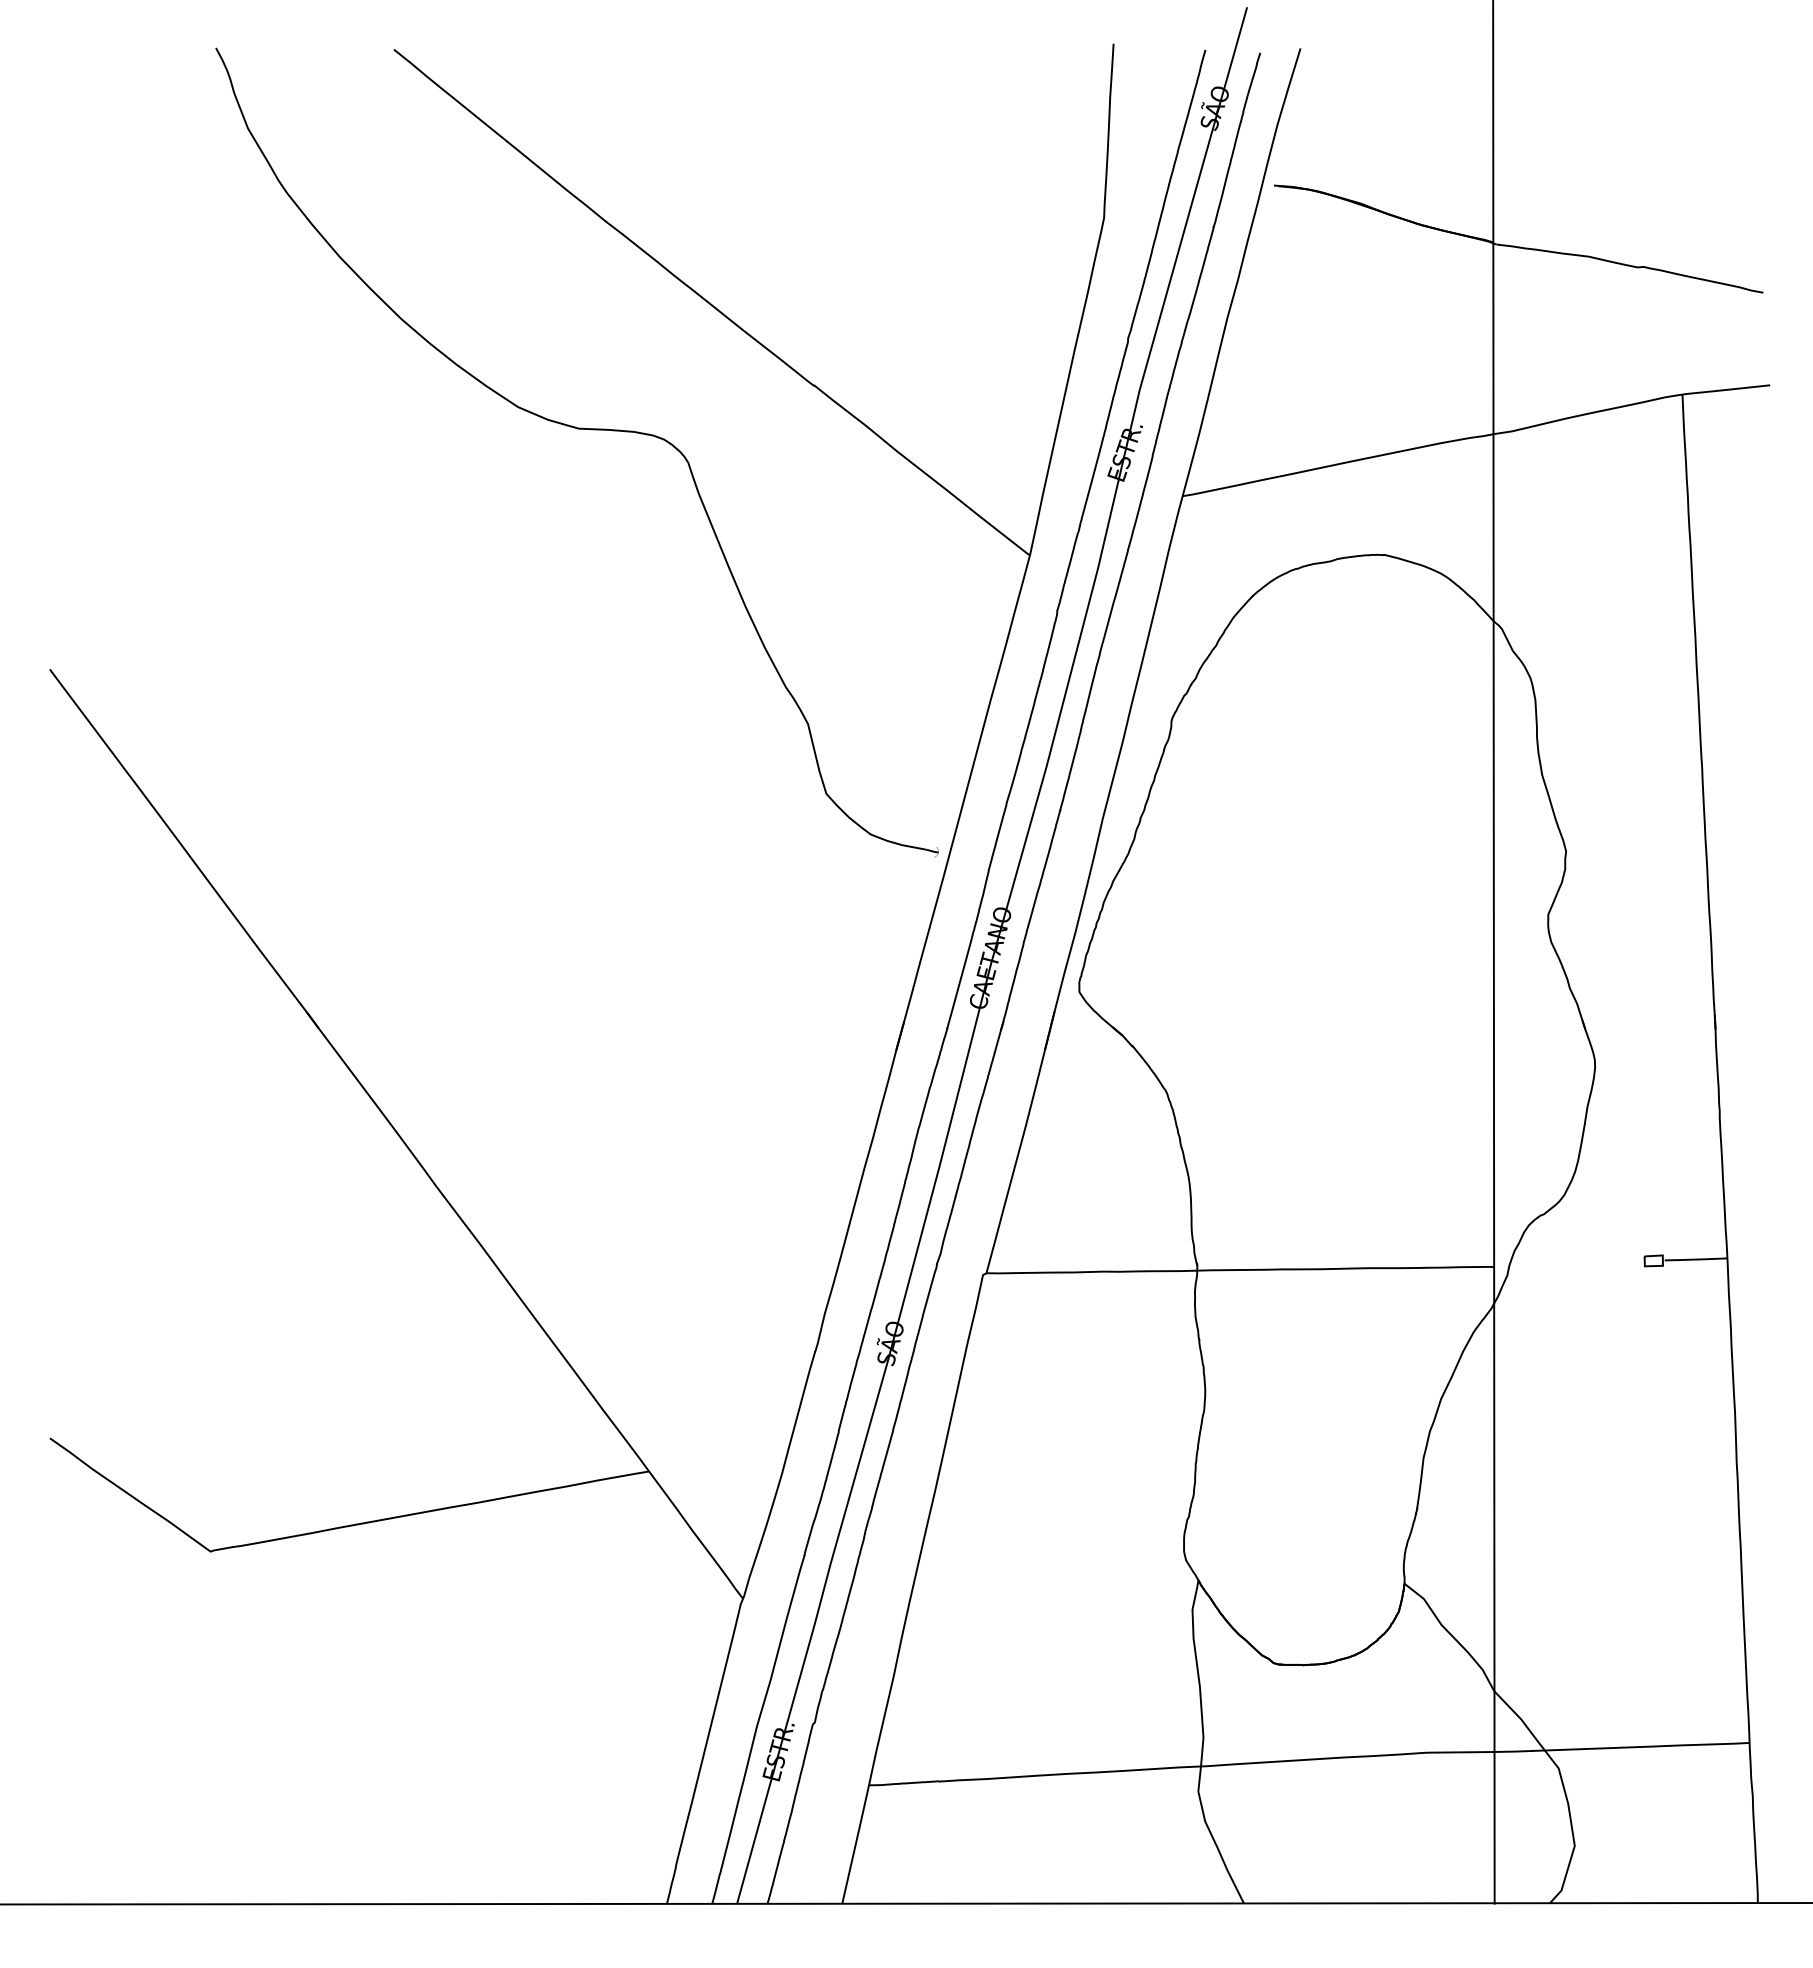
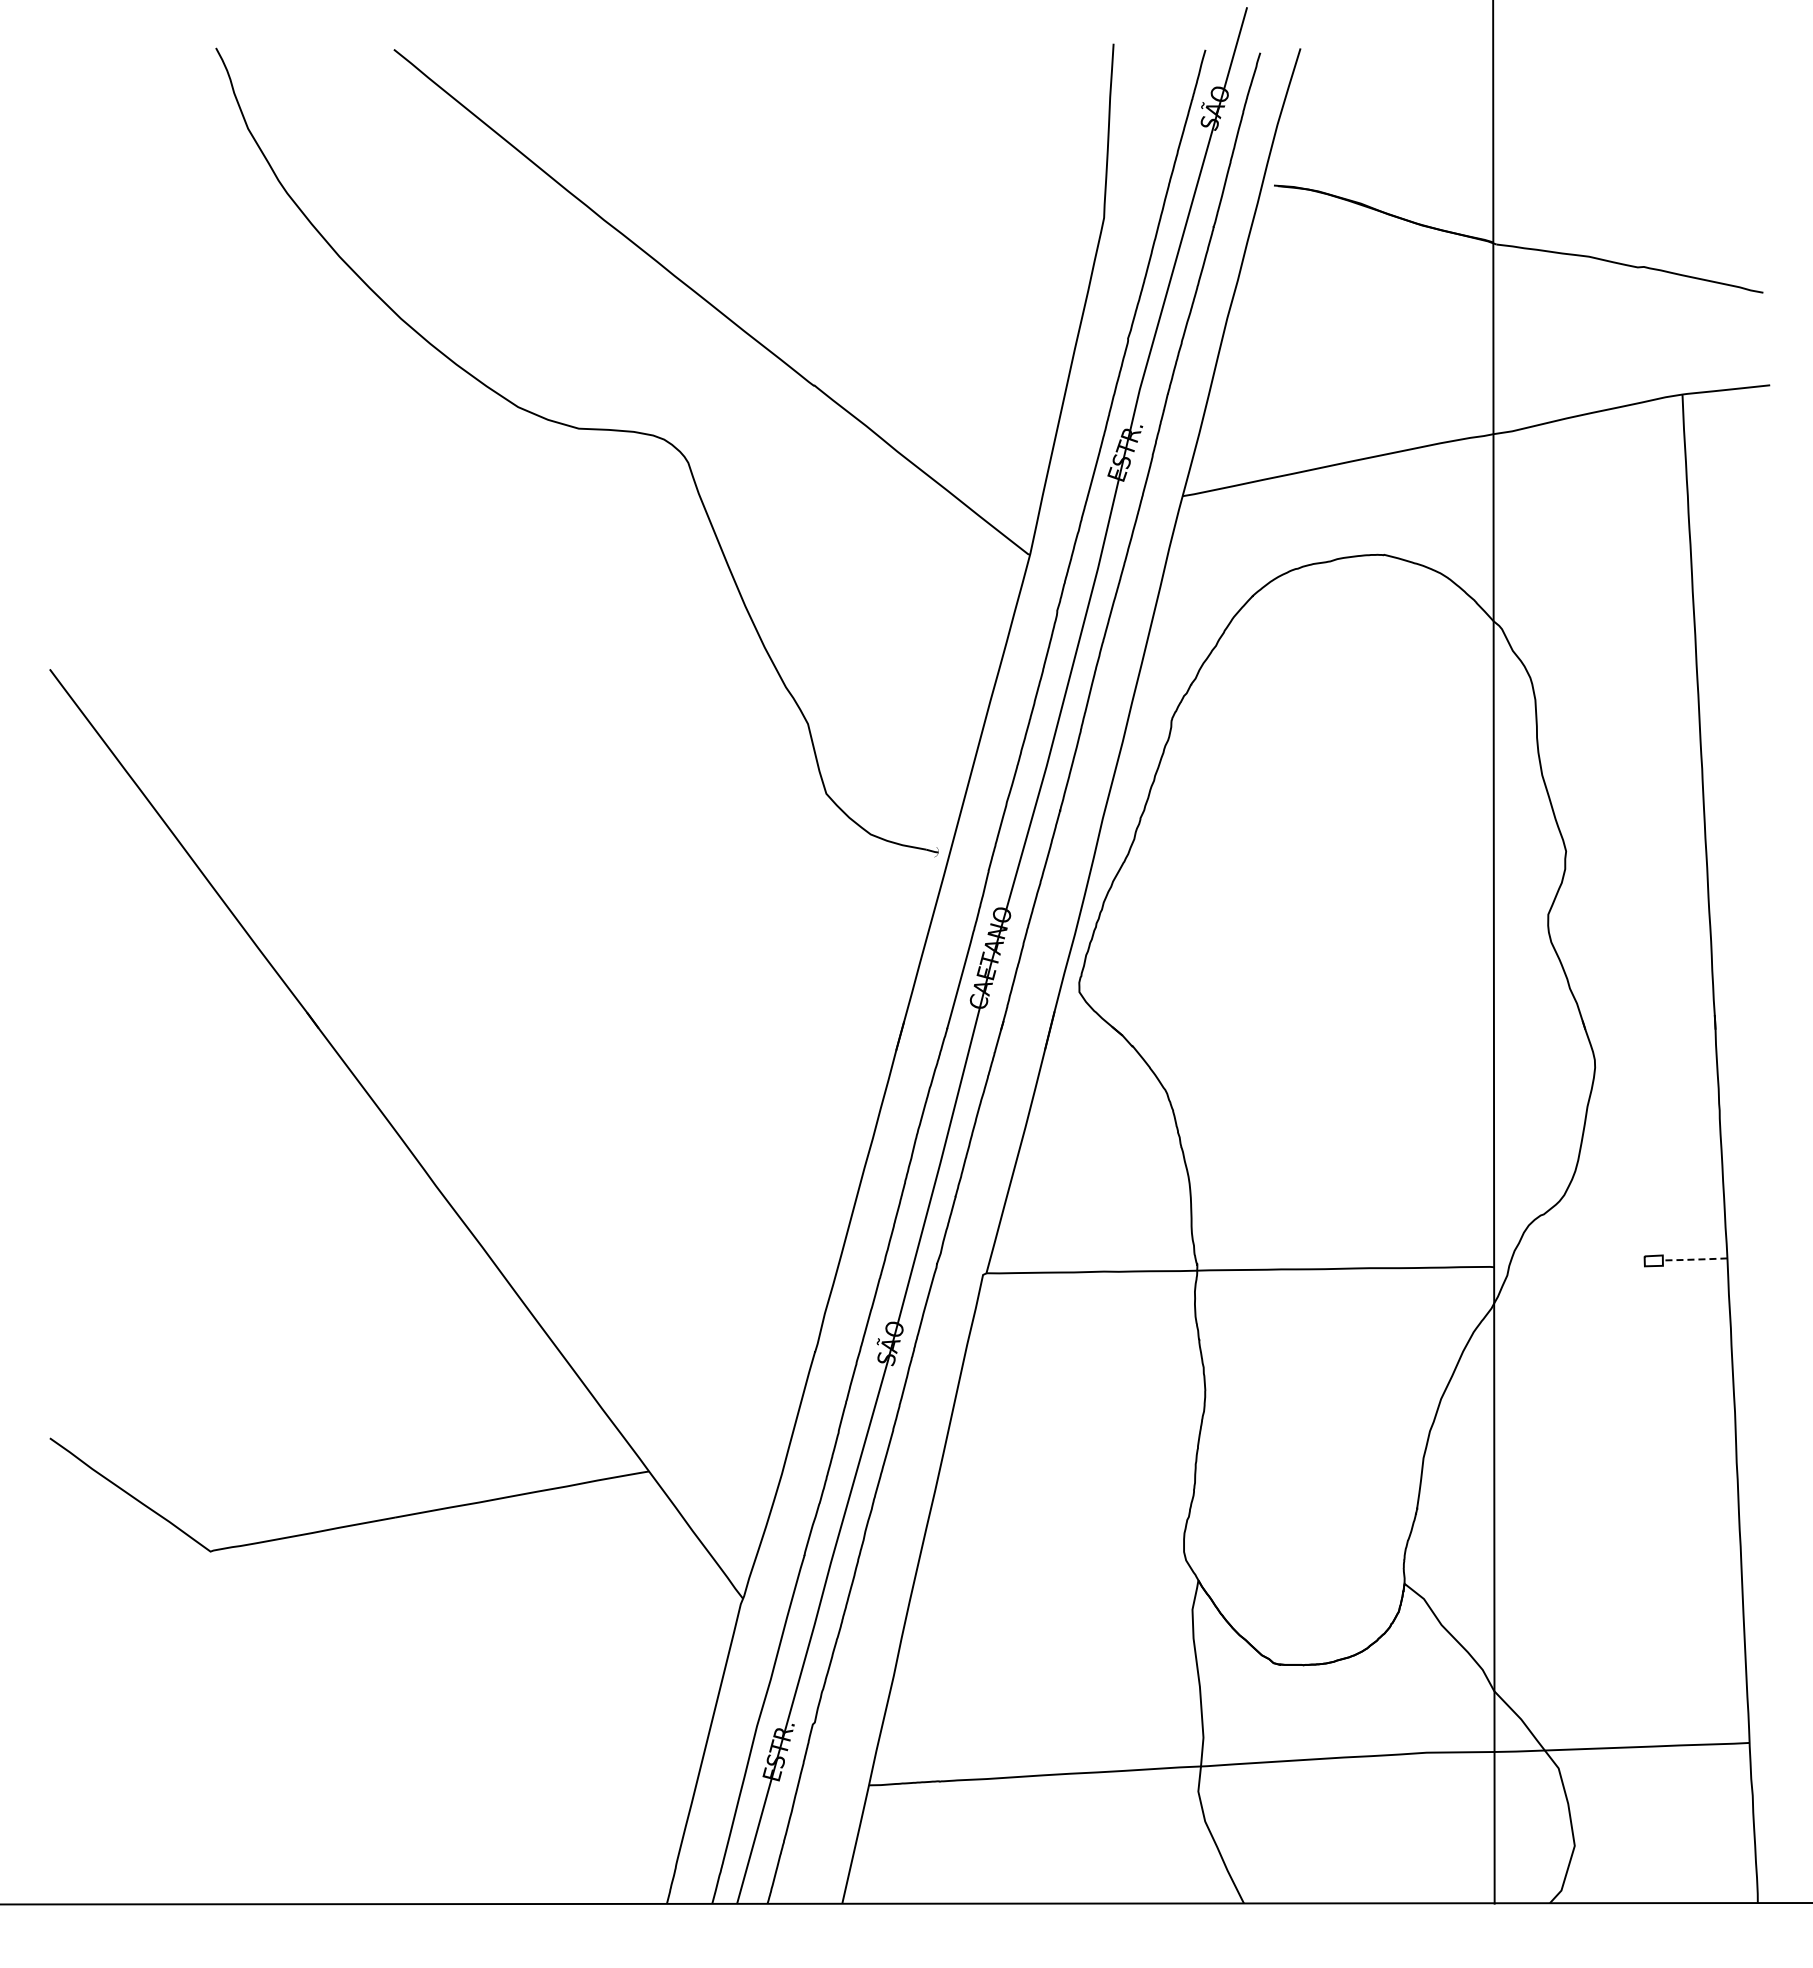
line at (1695, 1259): solid -> dashed
